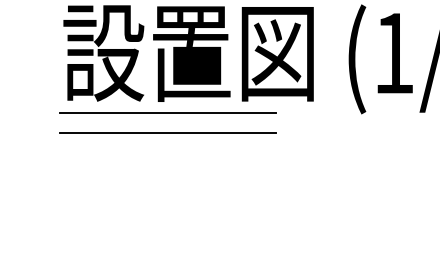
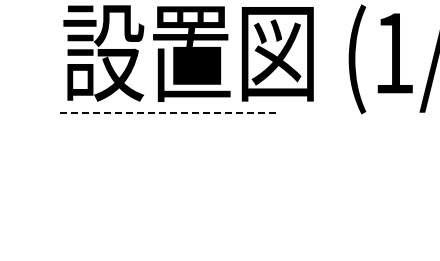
line at (168, 113): solid -> dashed
line at (168, 133): present -> none
